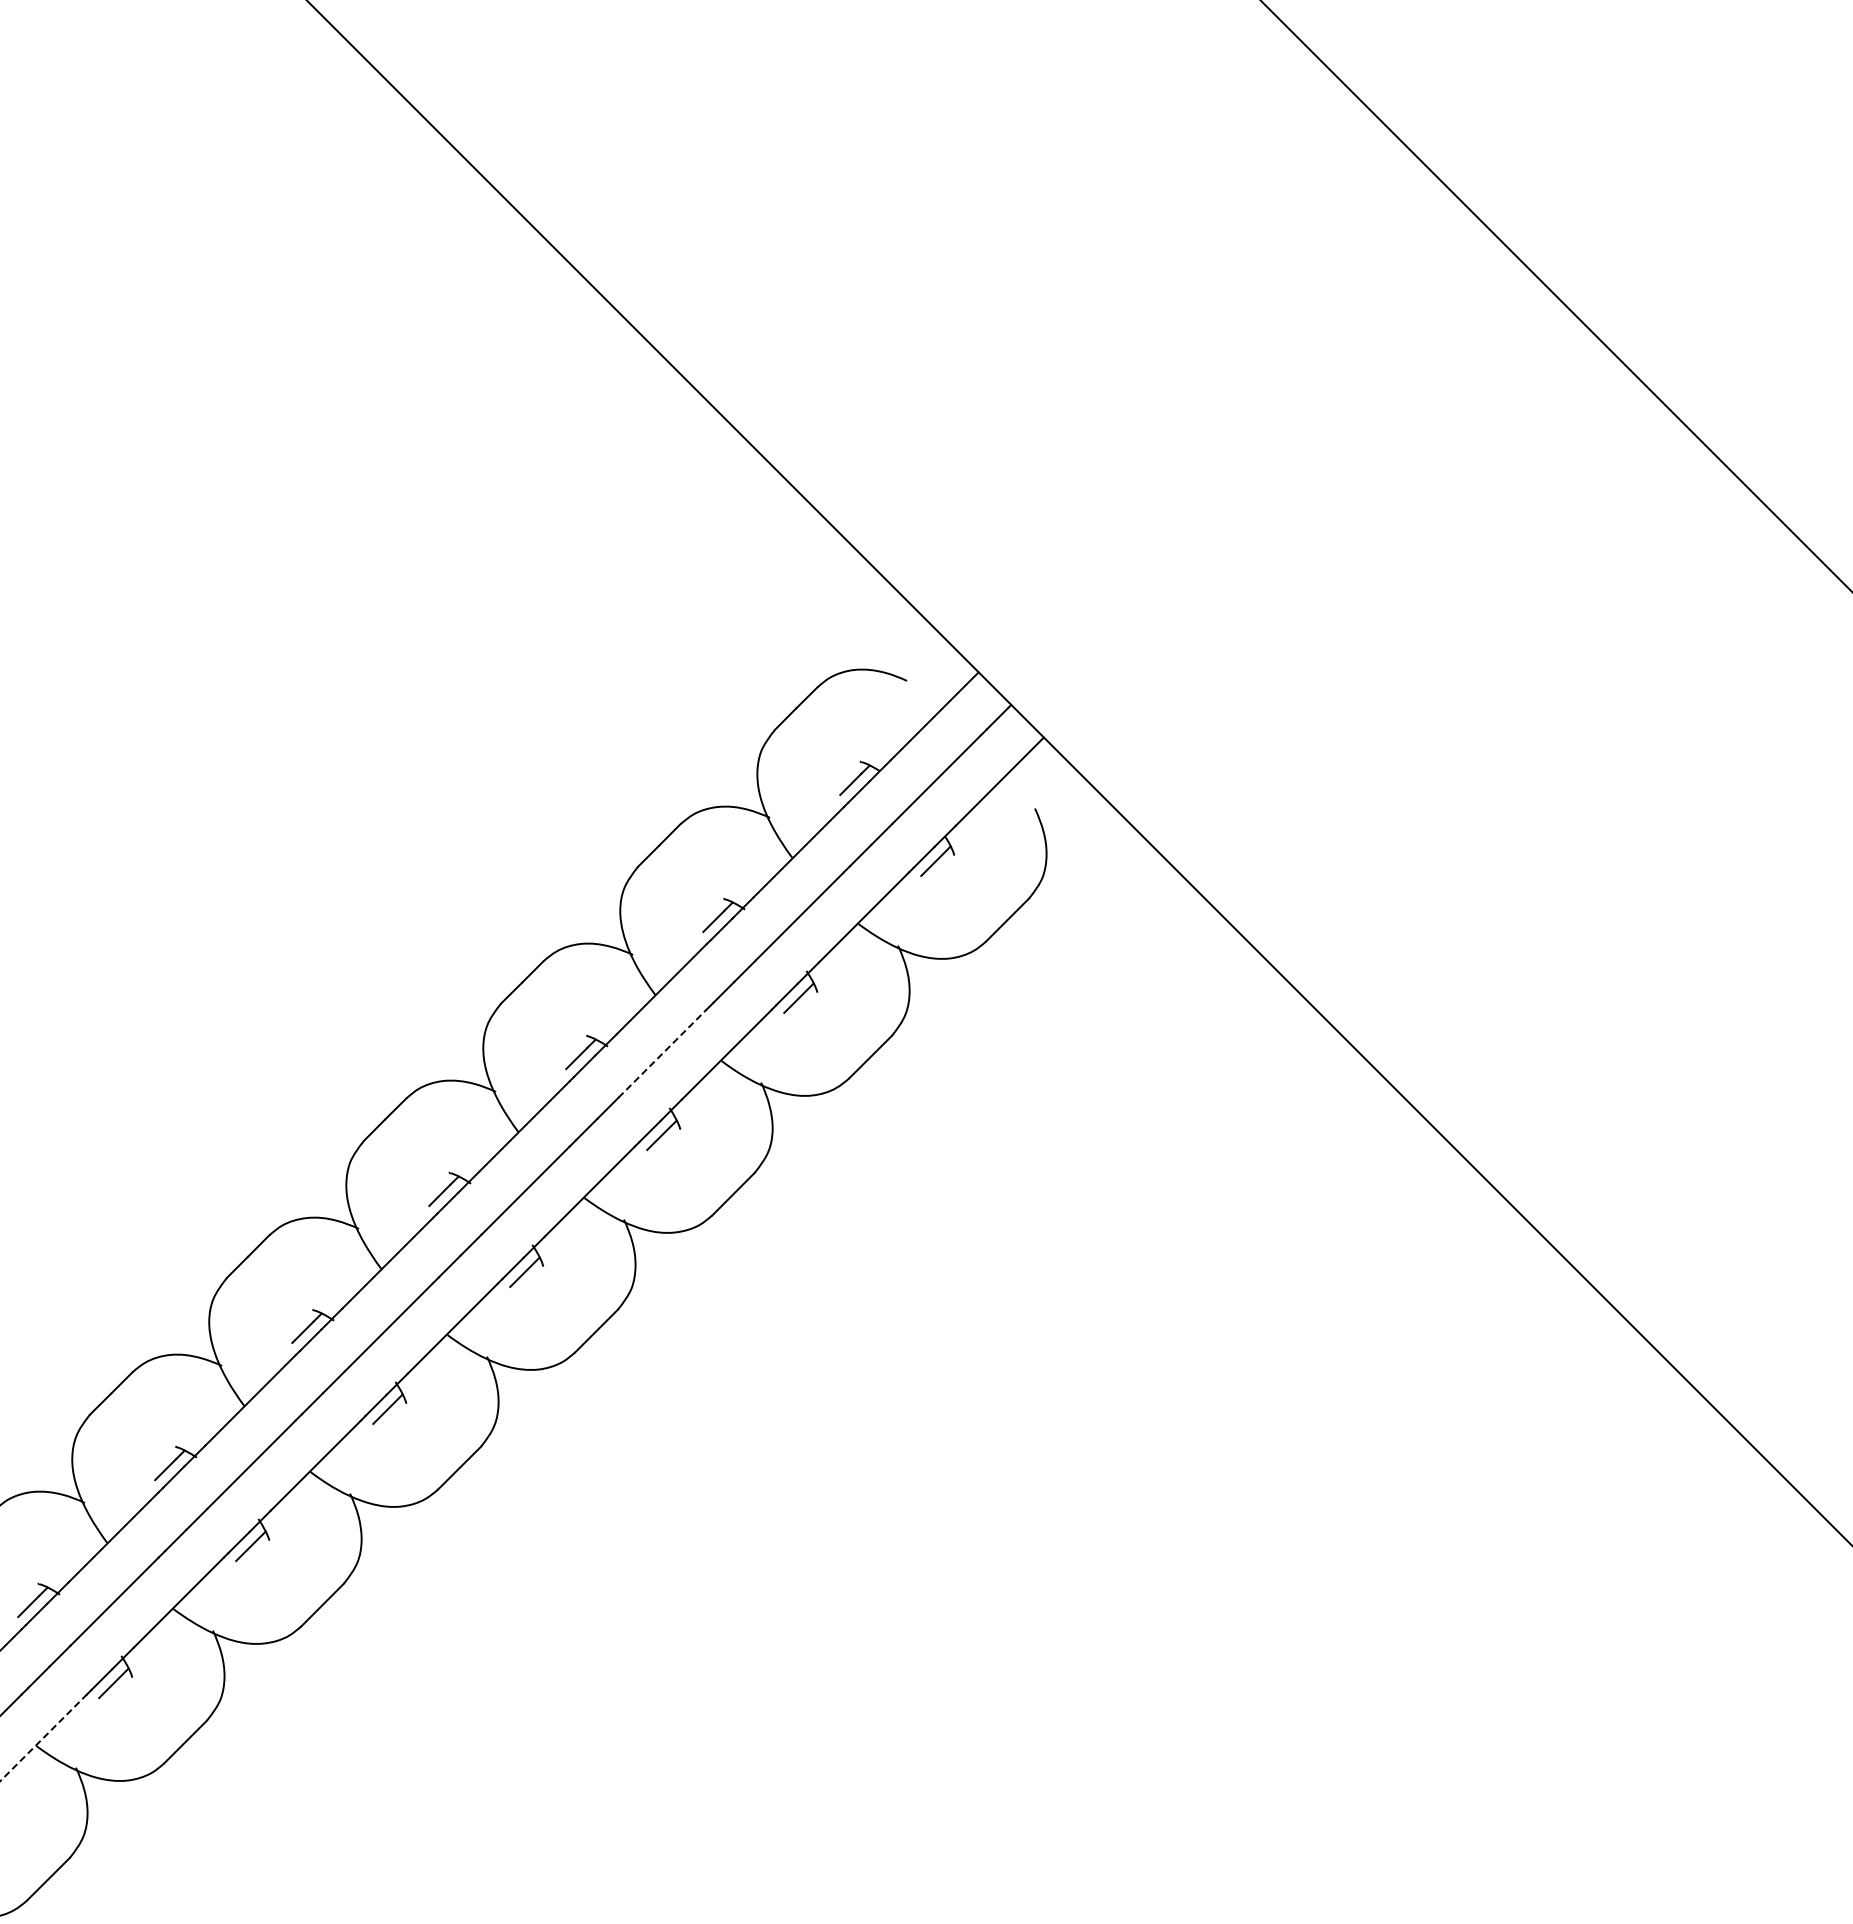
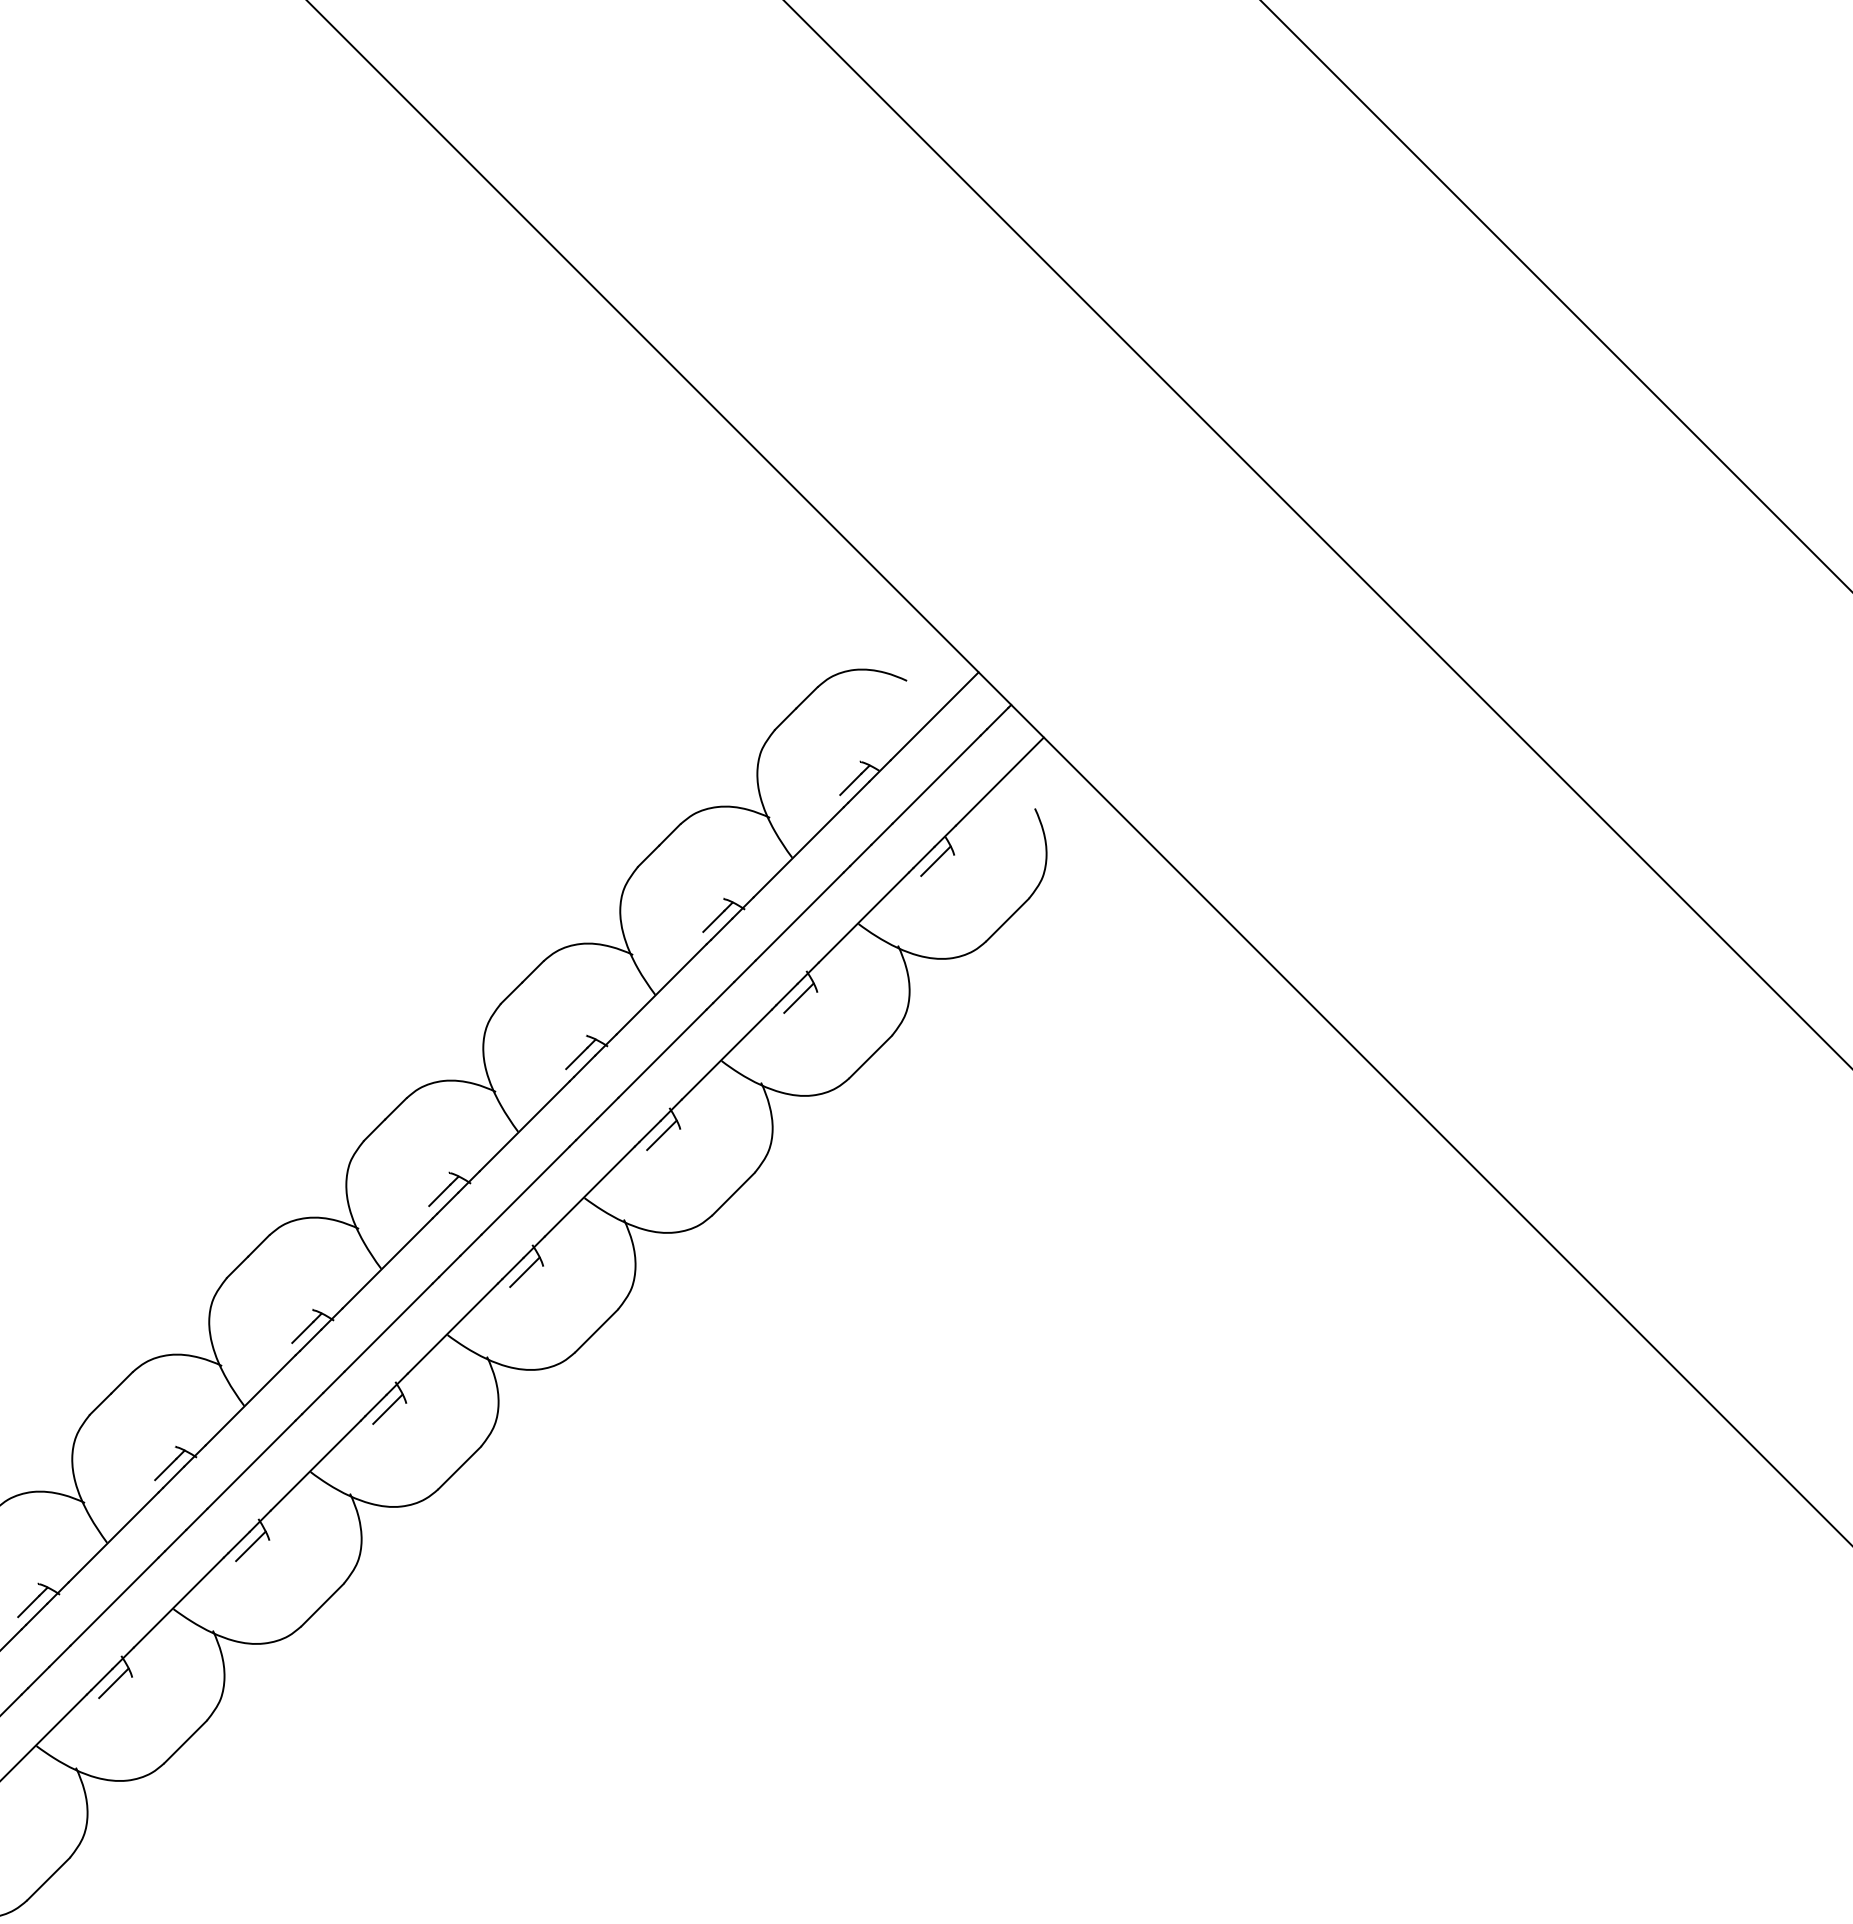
line at (1317, 534): none -> present
line at (662, 1053): dashed -> solid
line at (43, 1737): dashed -> solid
